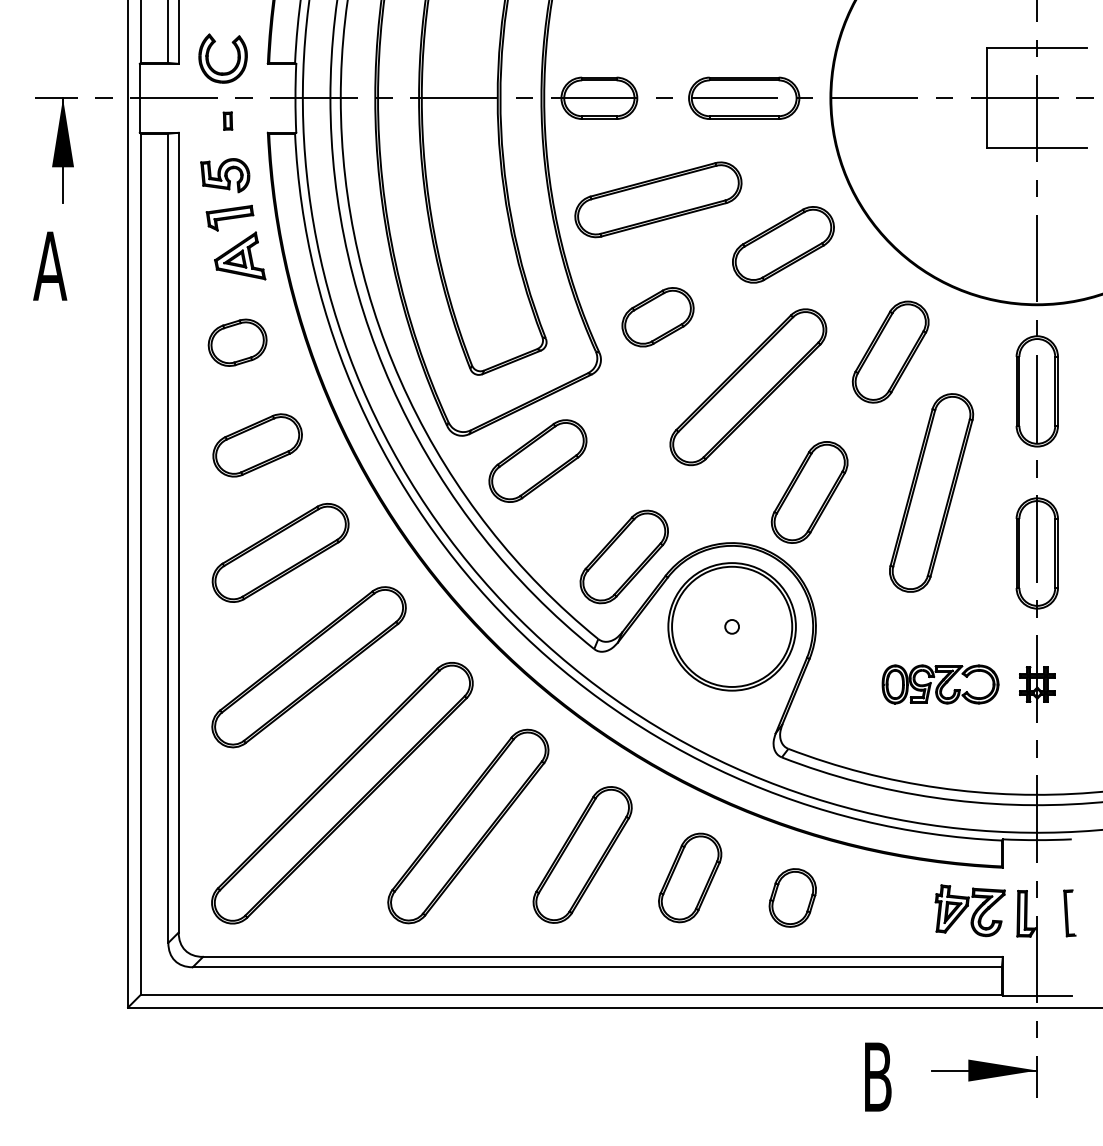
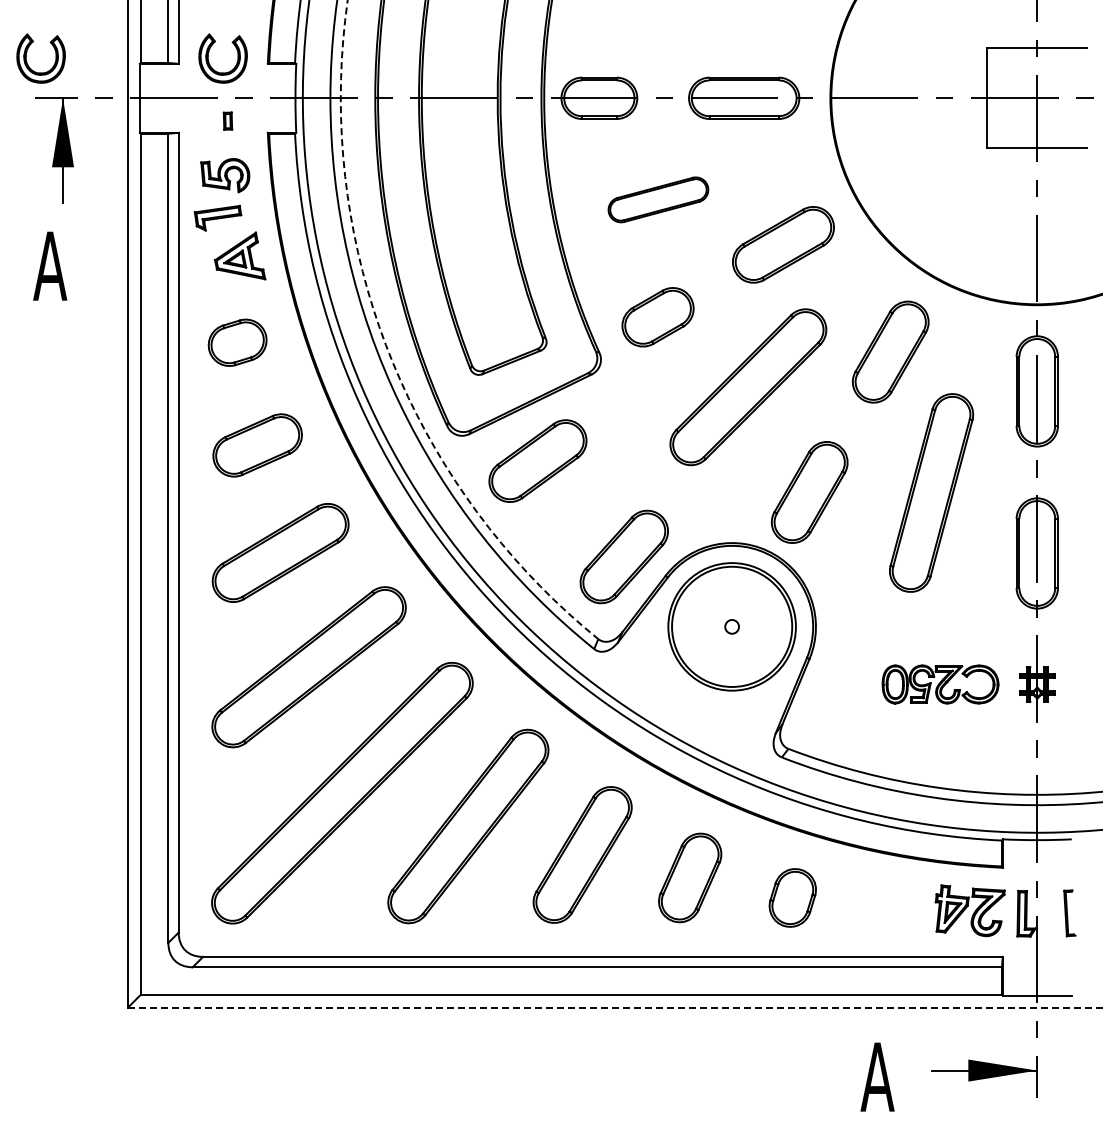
part at (27, 61): none -> present
part at (658, 199) size: 169x78 px -> 103x48 px
part at (229, 217) position: (229, 217) -> (217, 217)
arc at (389, 352): solid -> dashed
line at (615, 1007): solid -> dashed
text at (877, 1076): B -> A
